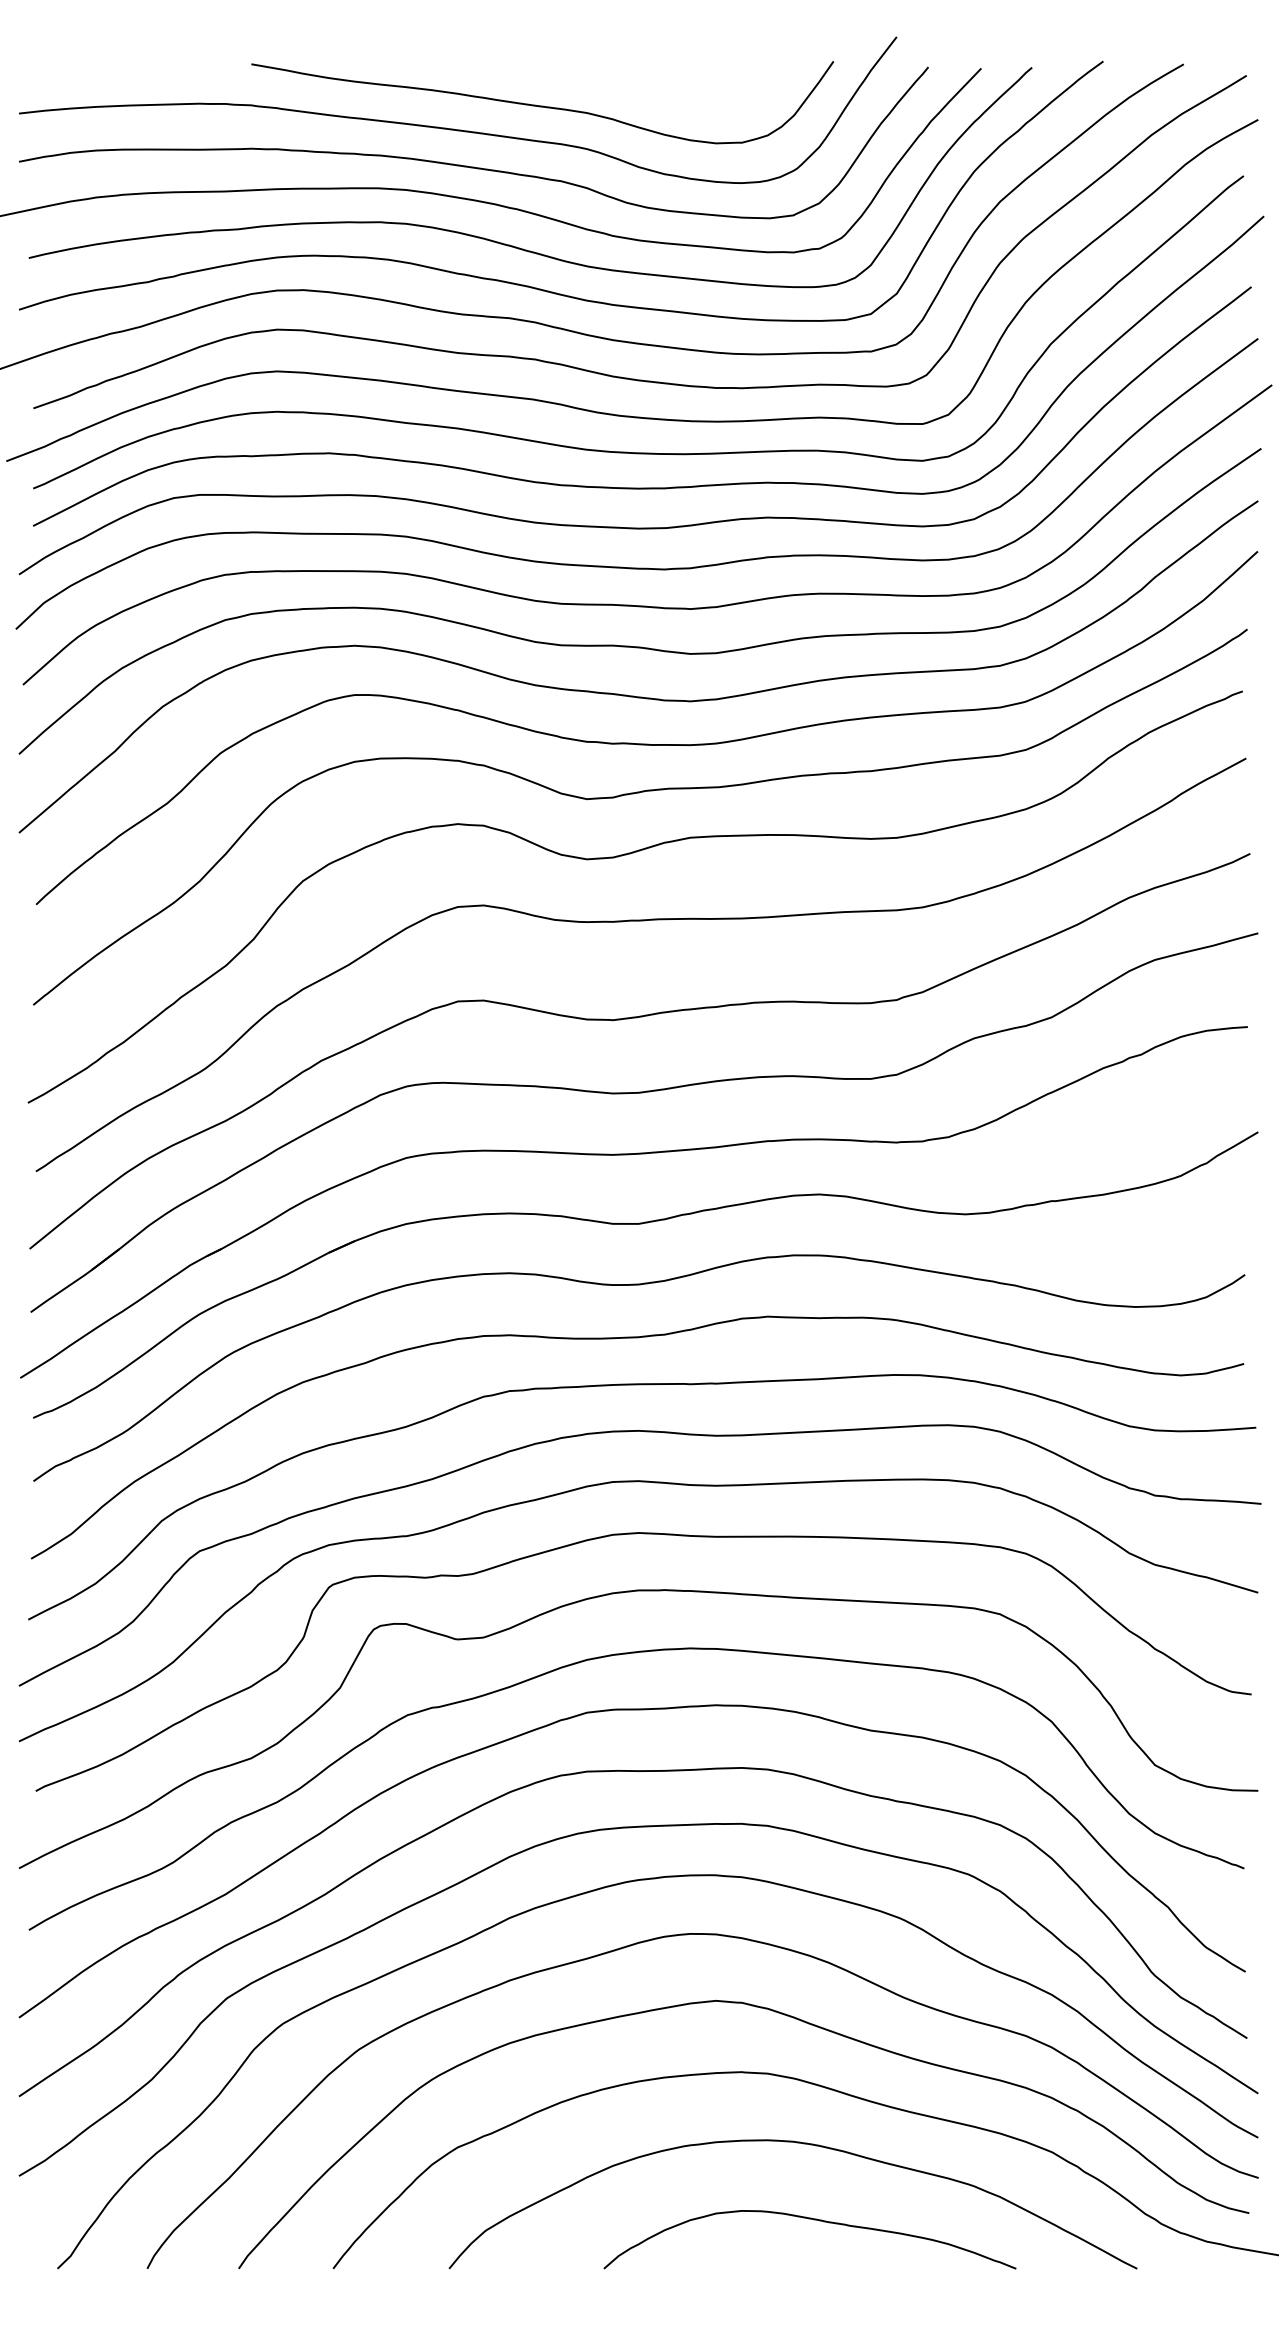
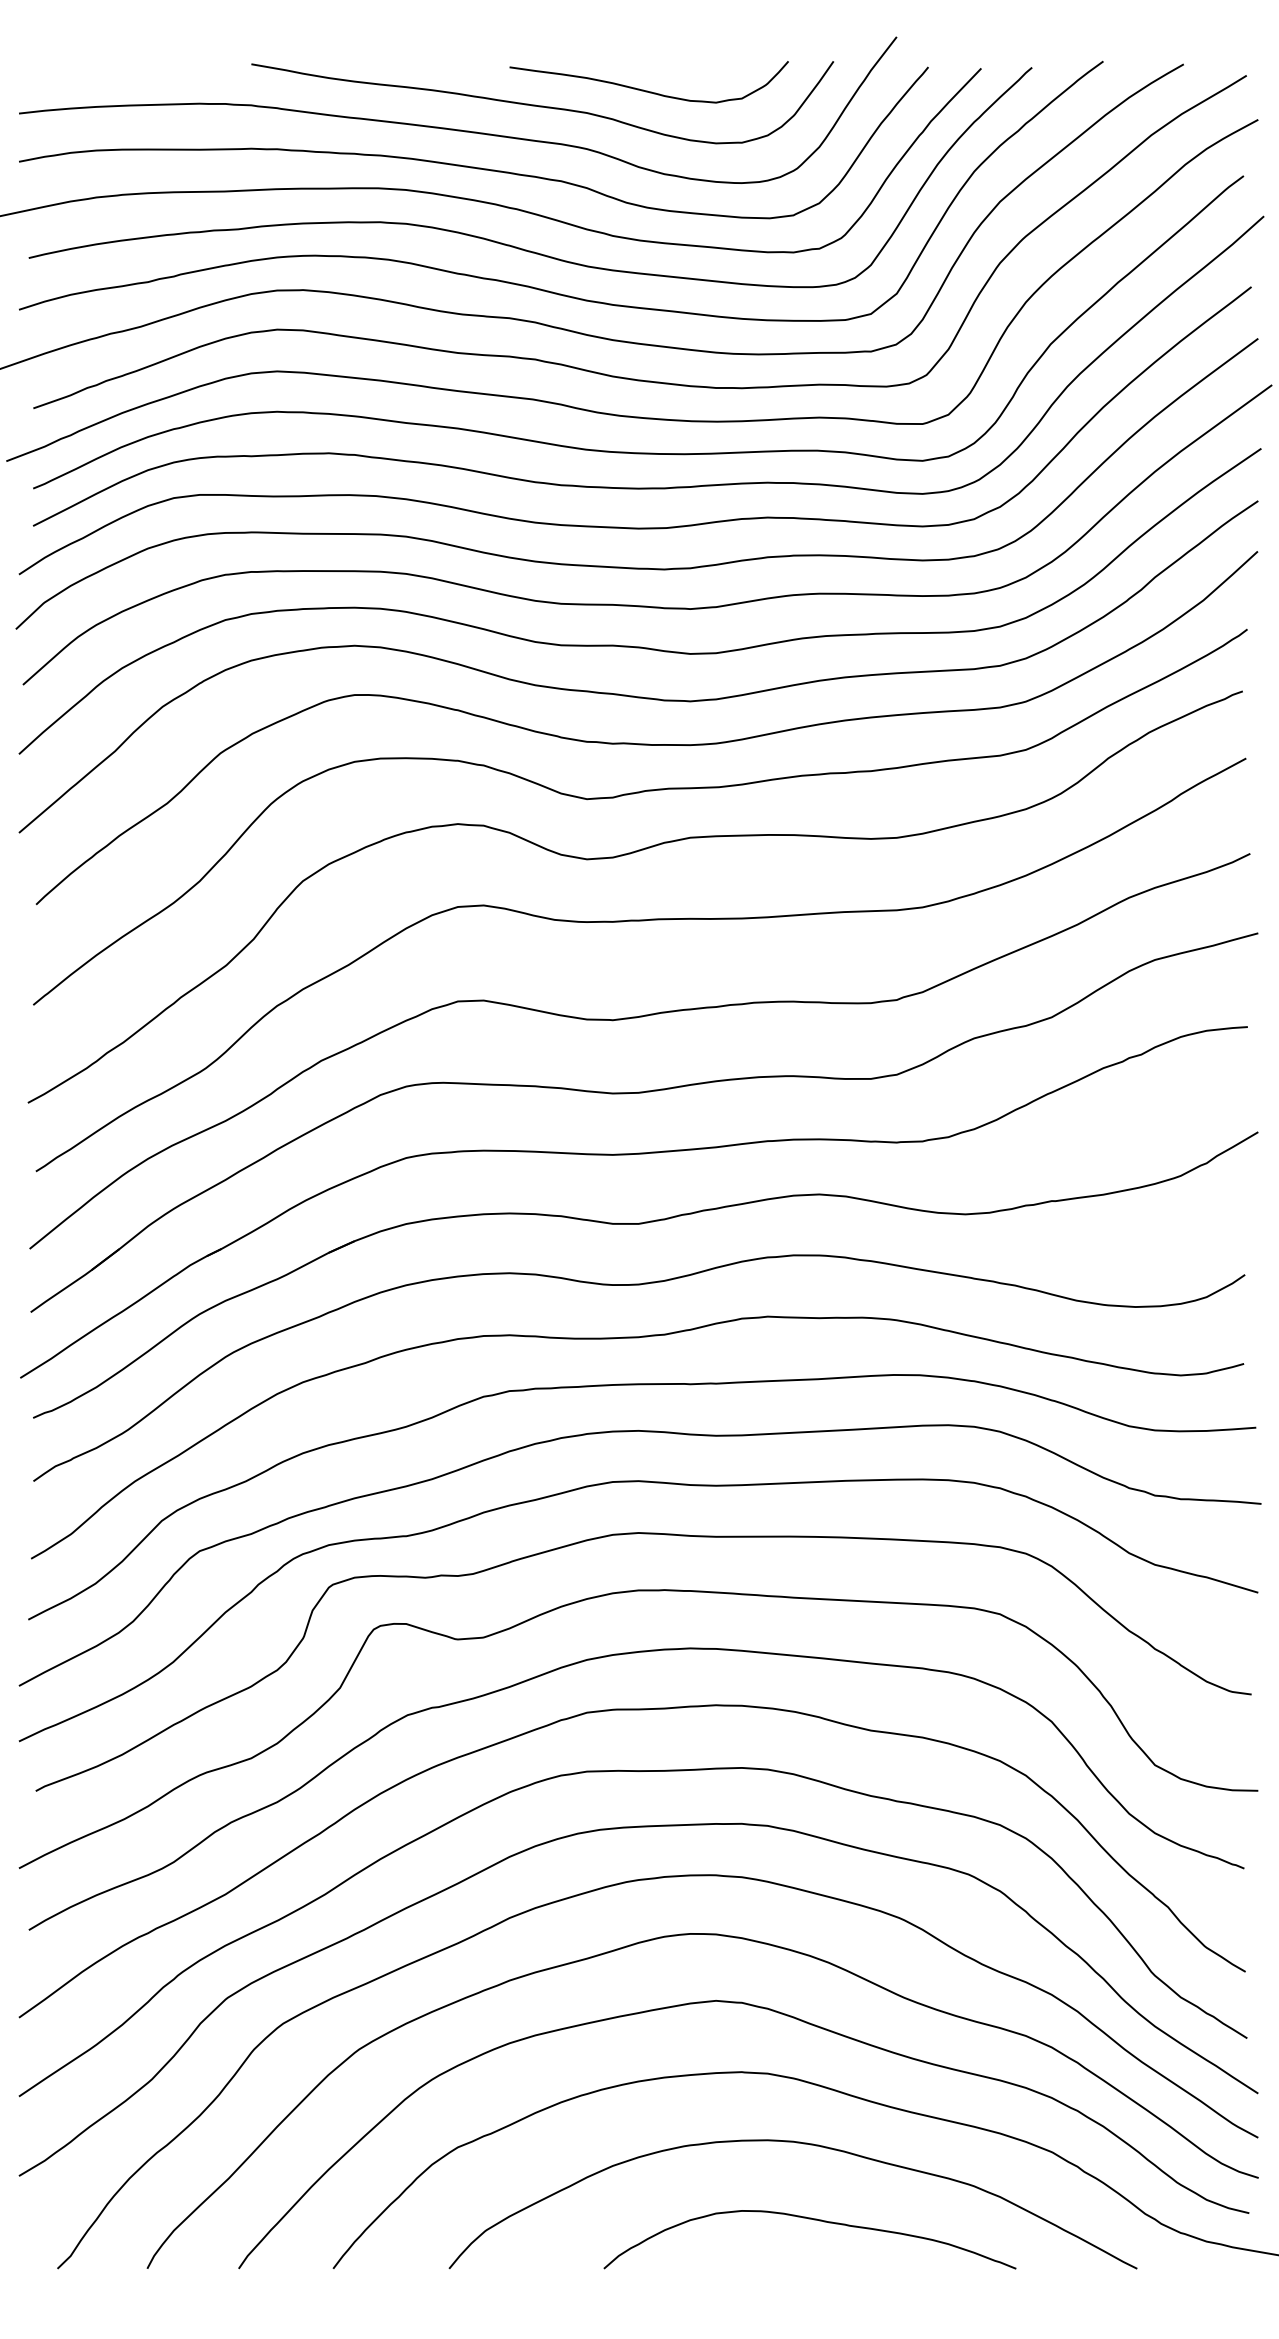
curve at (647, 90): none -> present
